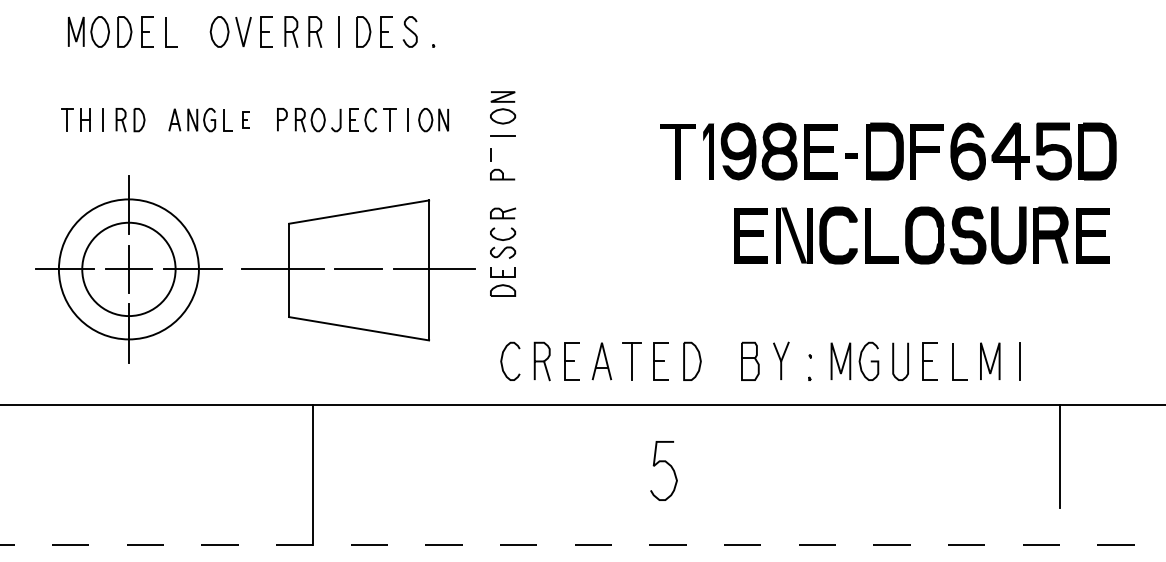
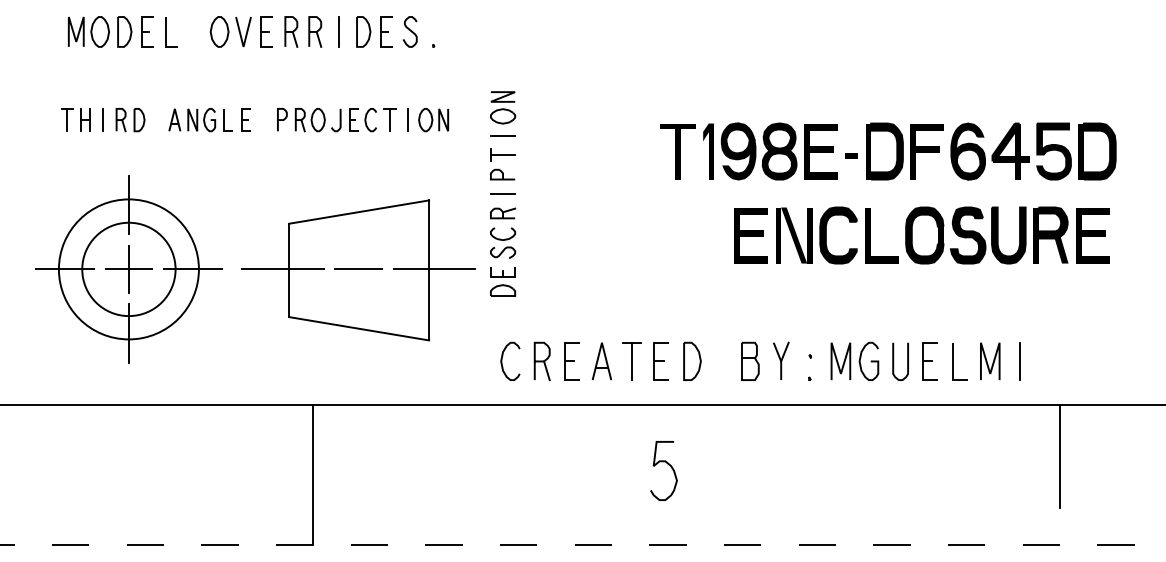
part at (245, 119) size: 8x18 px -> 10x24 px
line at (502, 155): none -> present
line at (502, 194): none -> present
